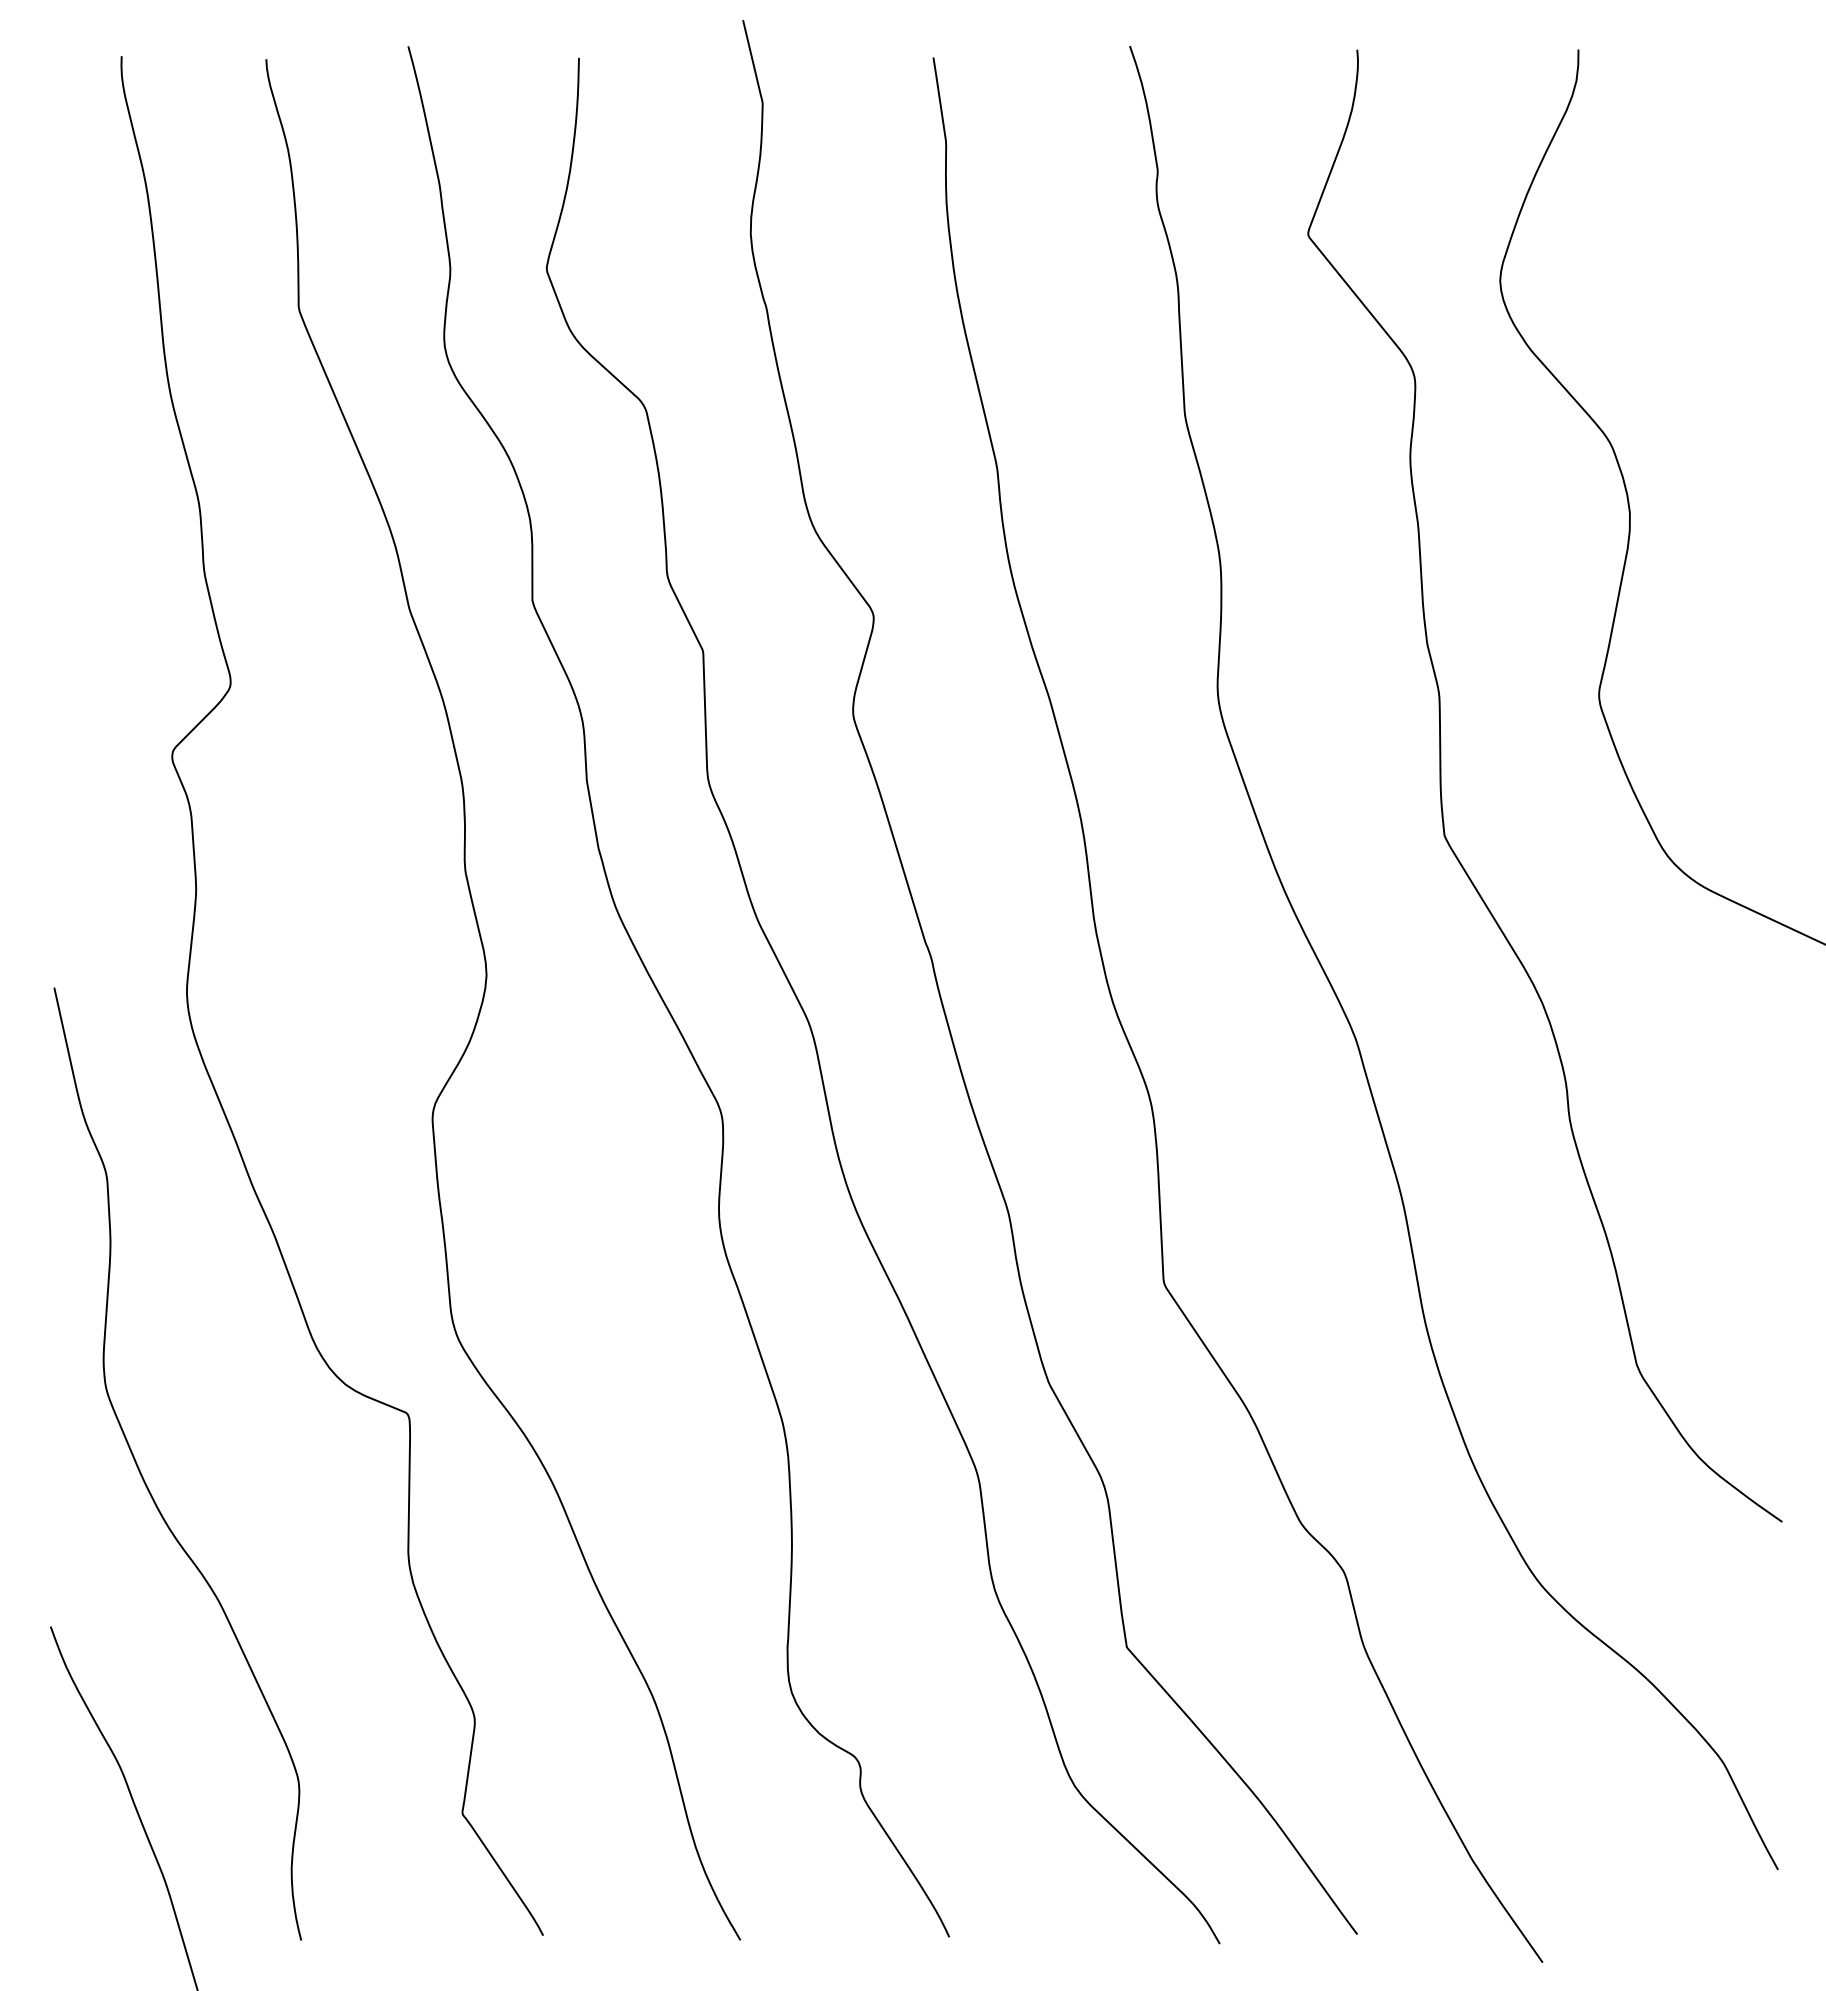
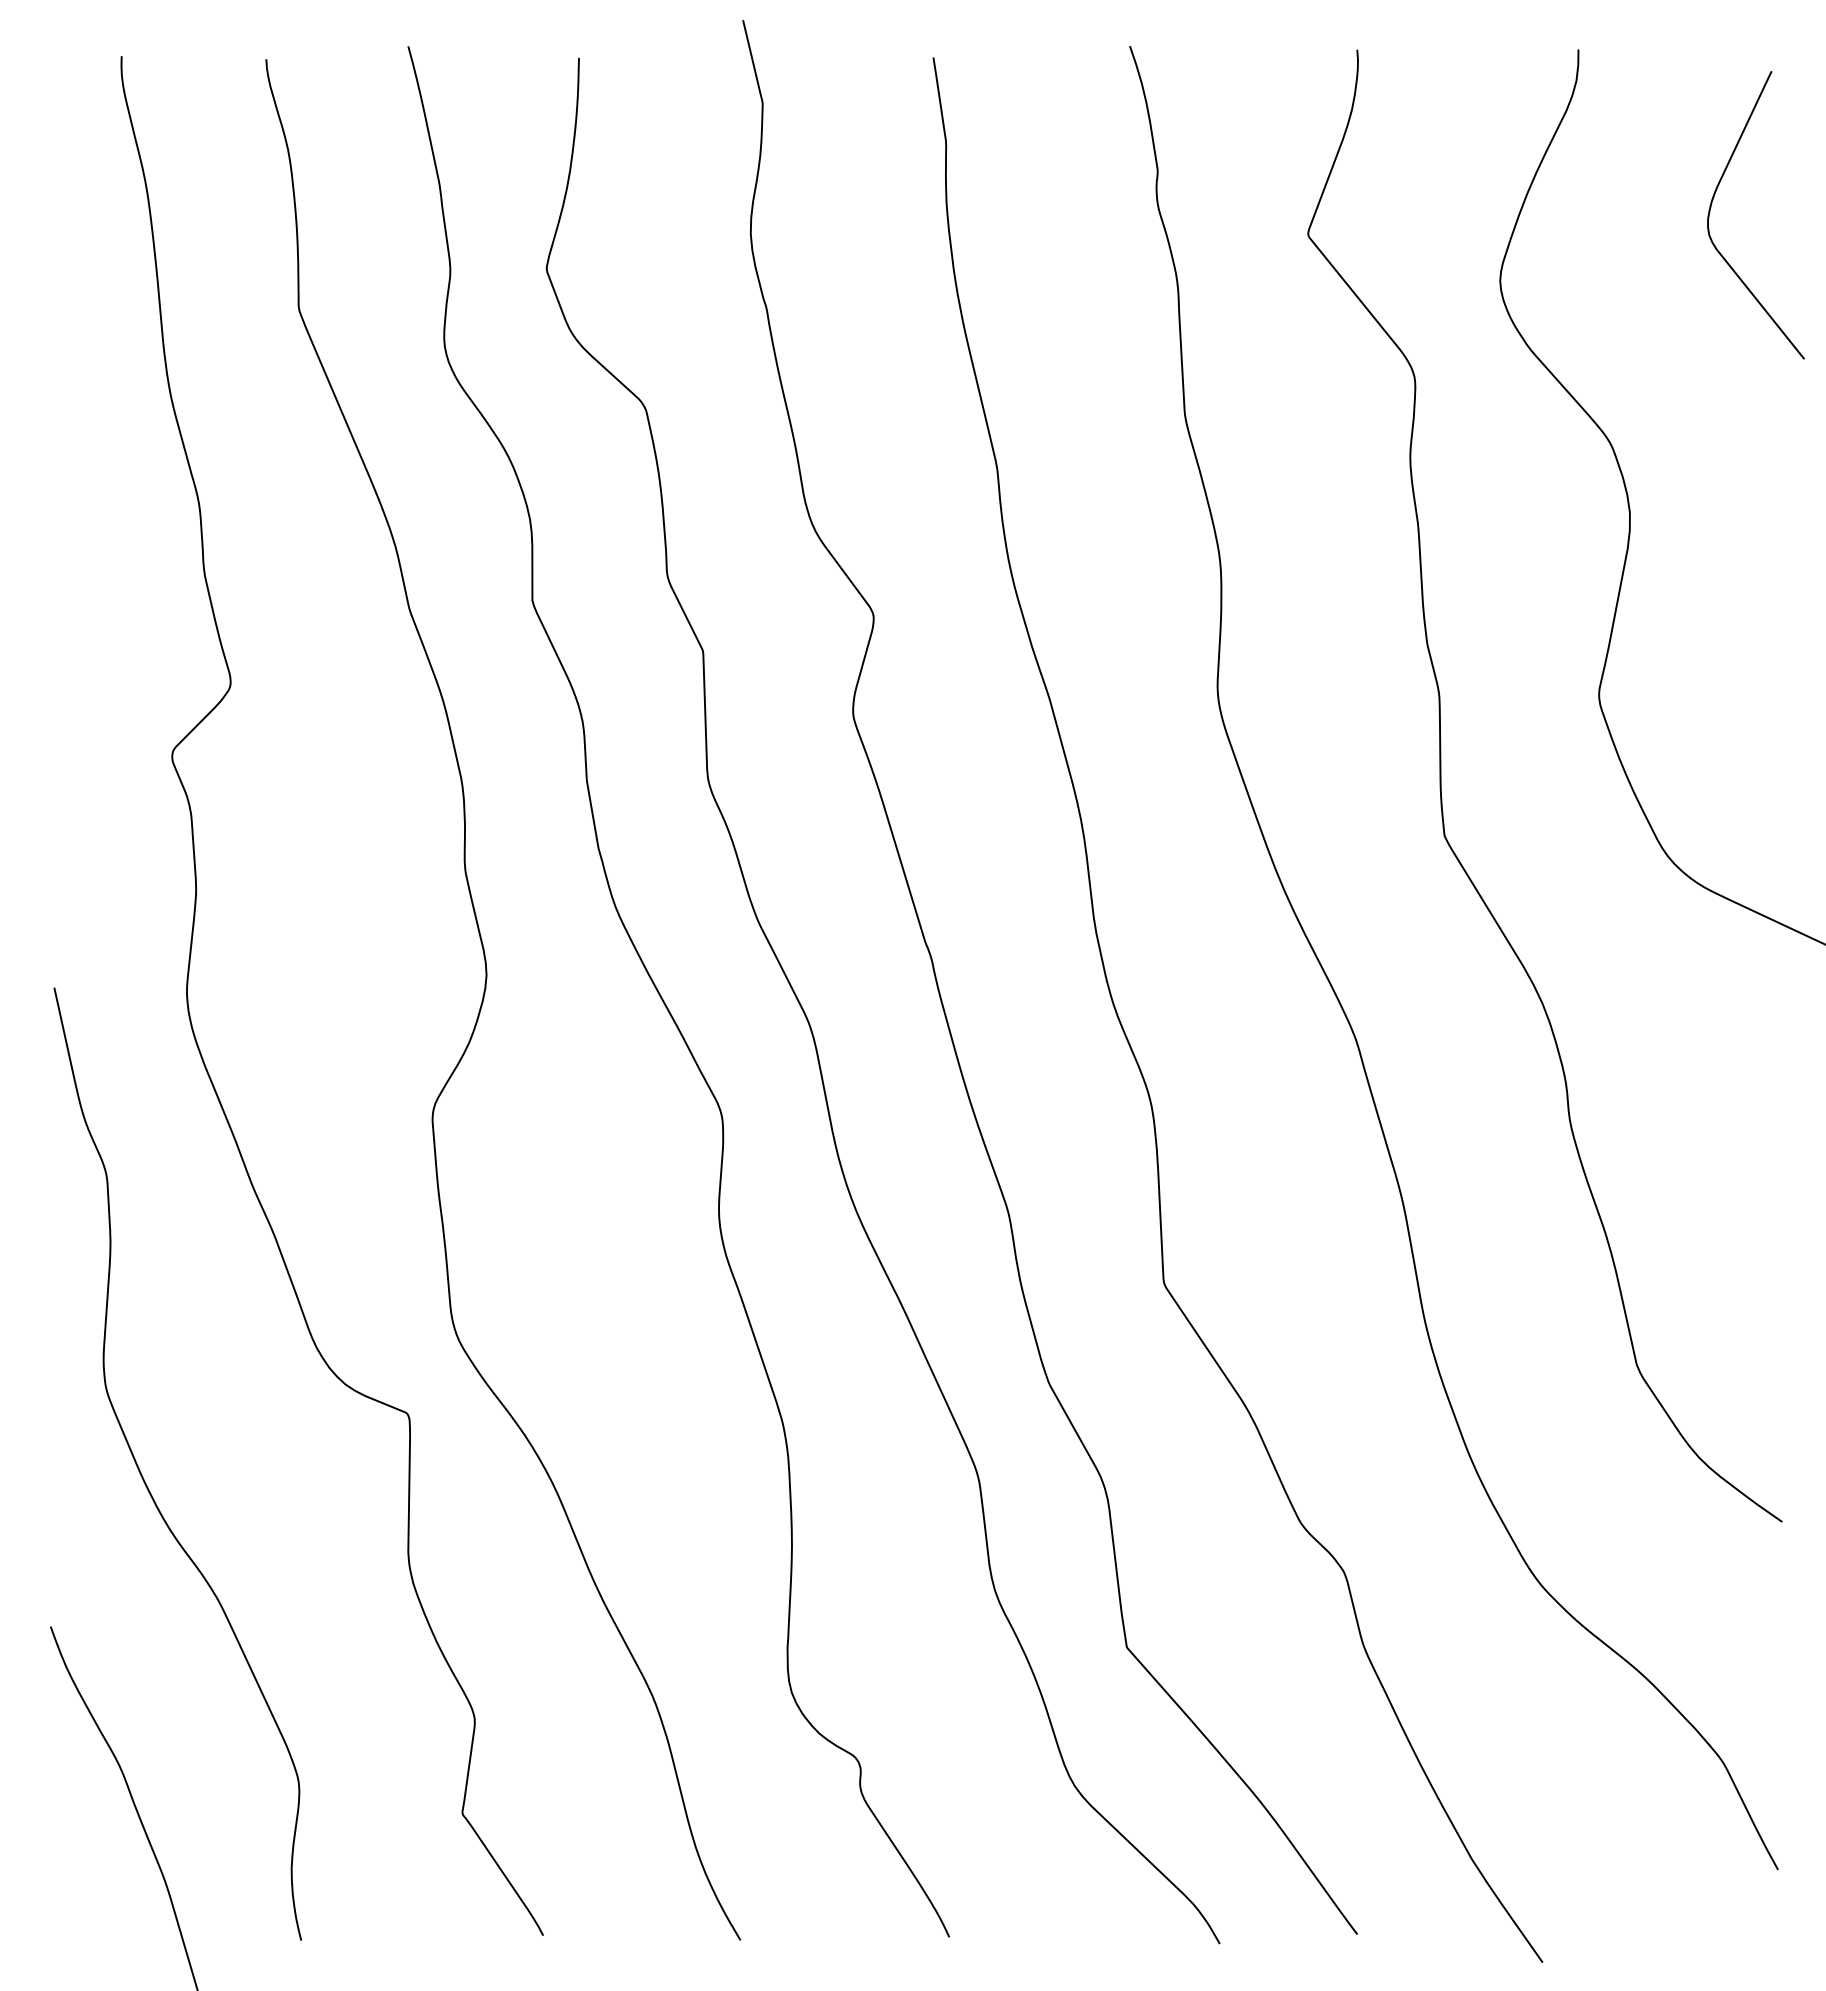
curve at (1713, 200): none -> present
